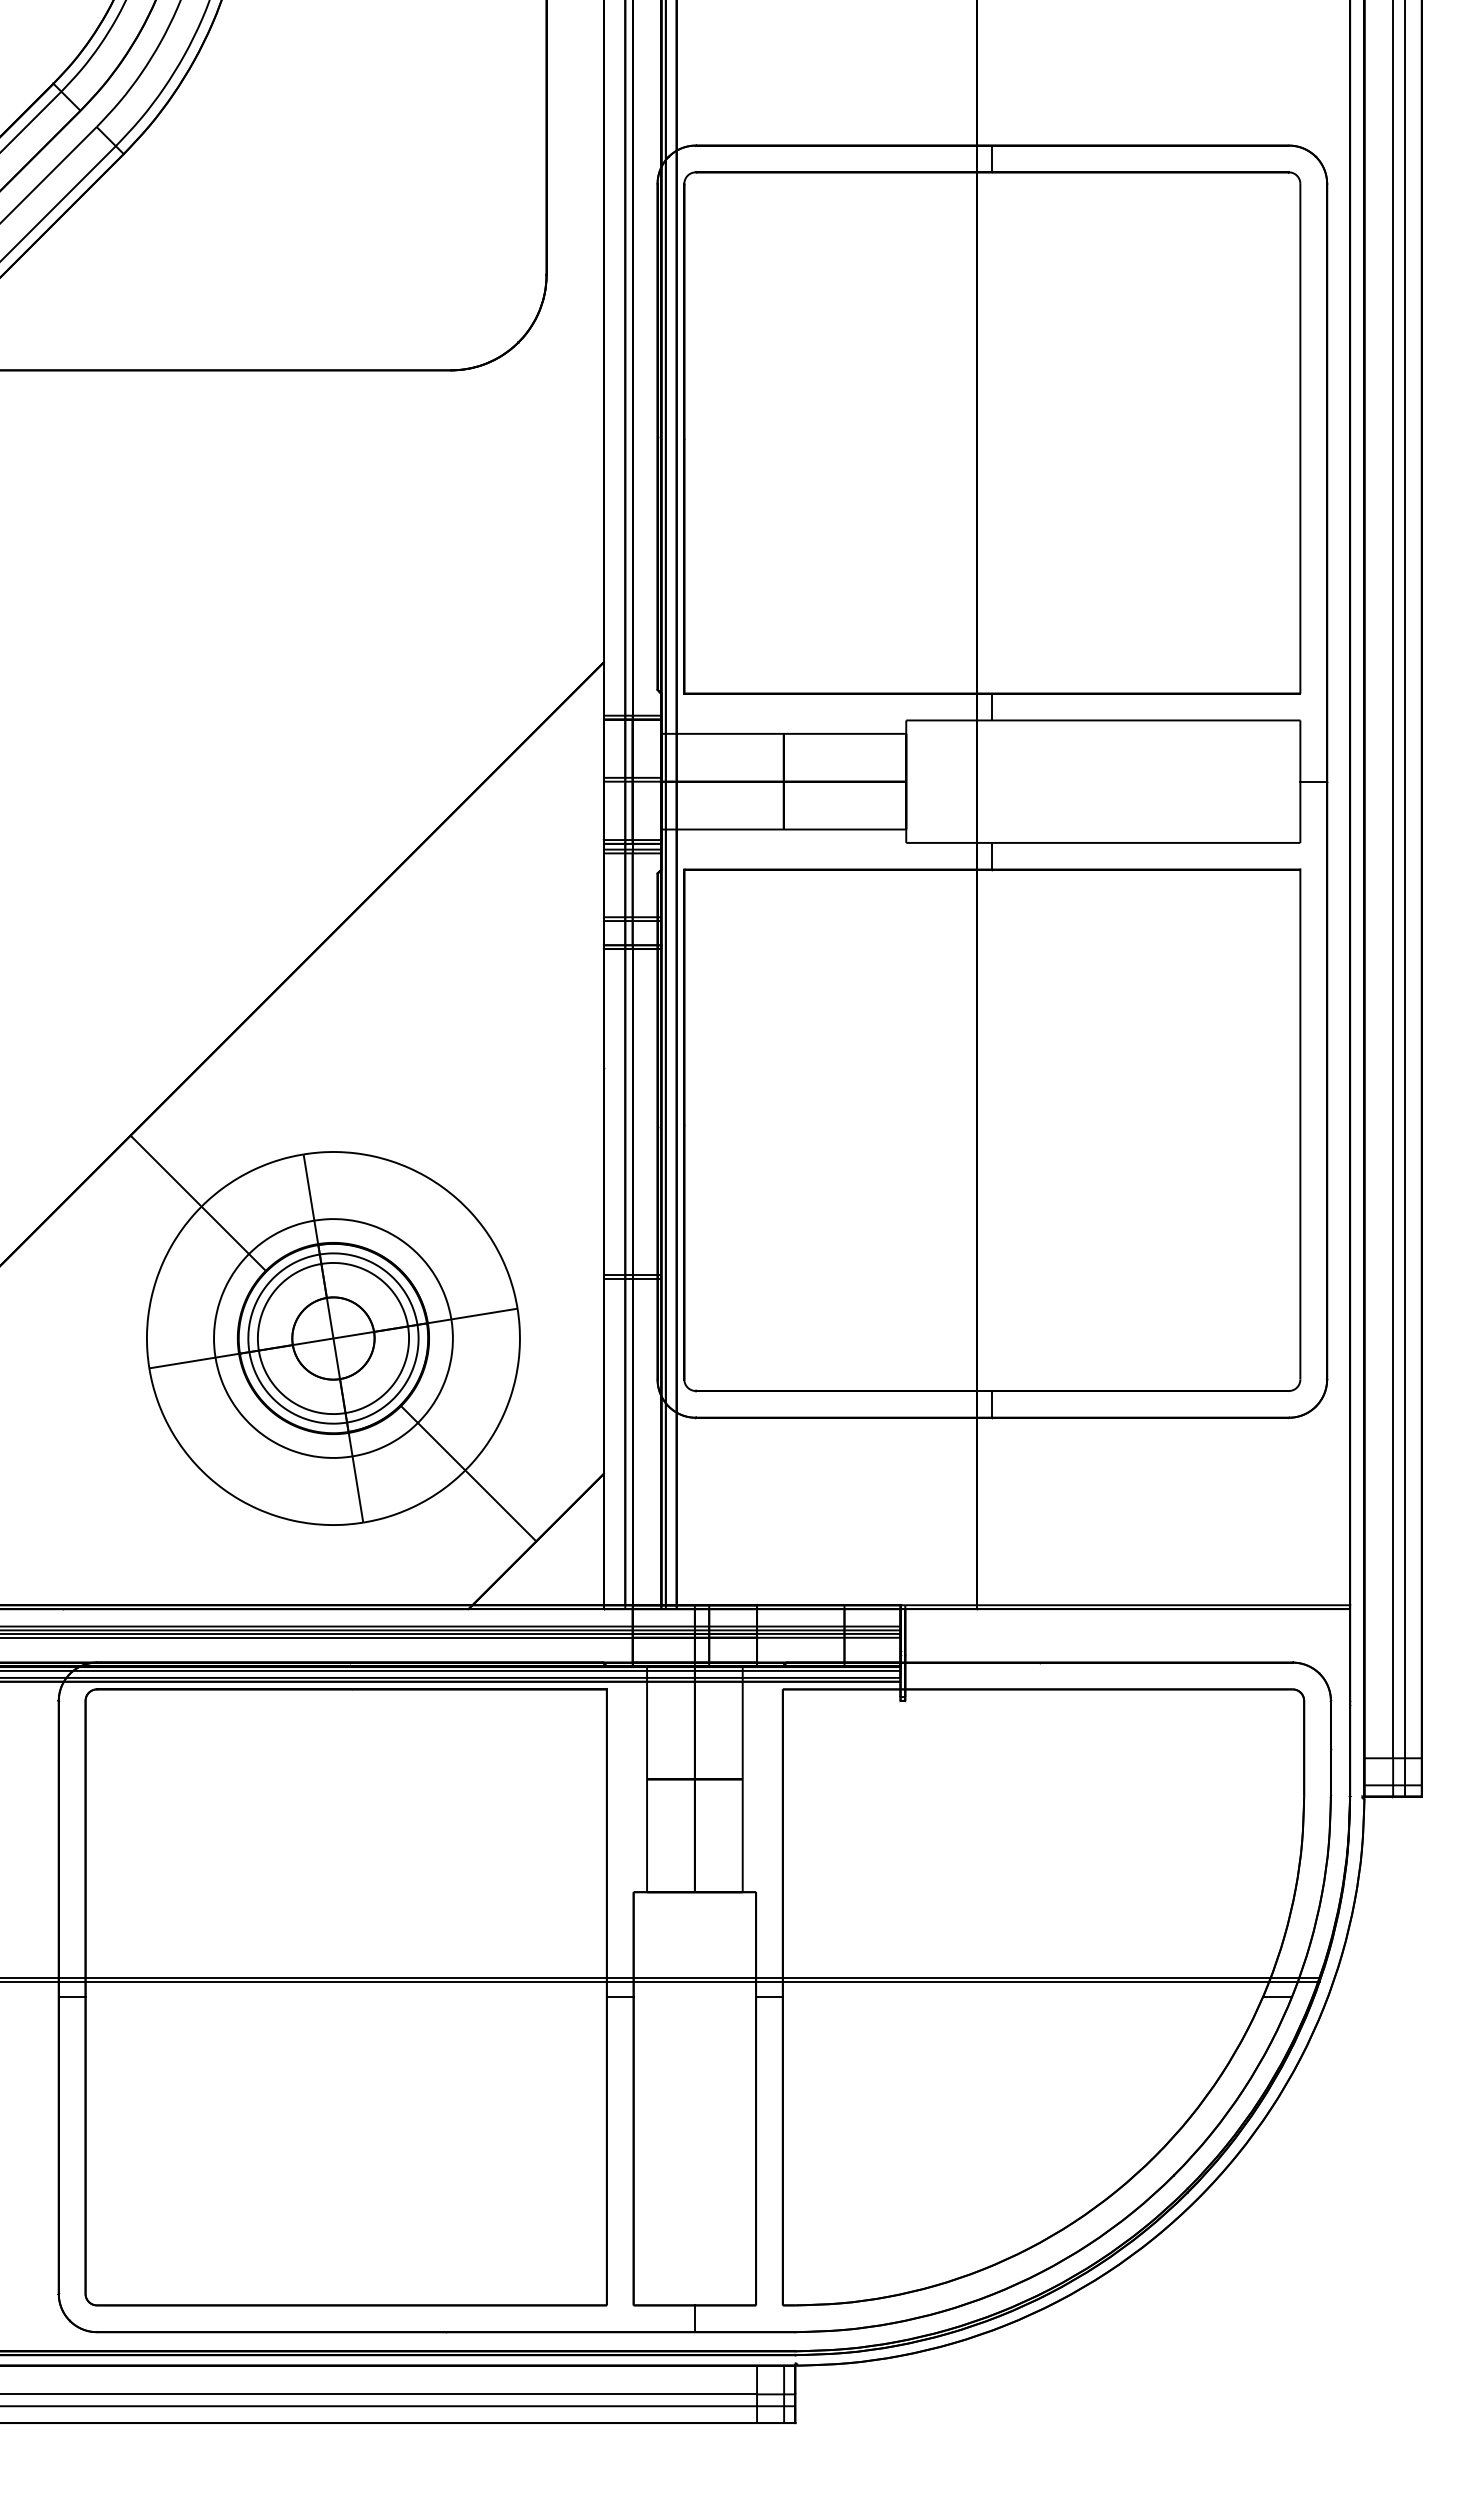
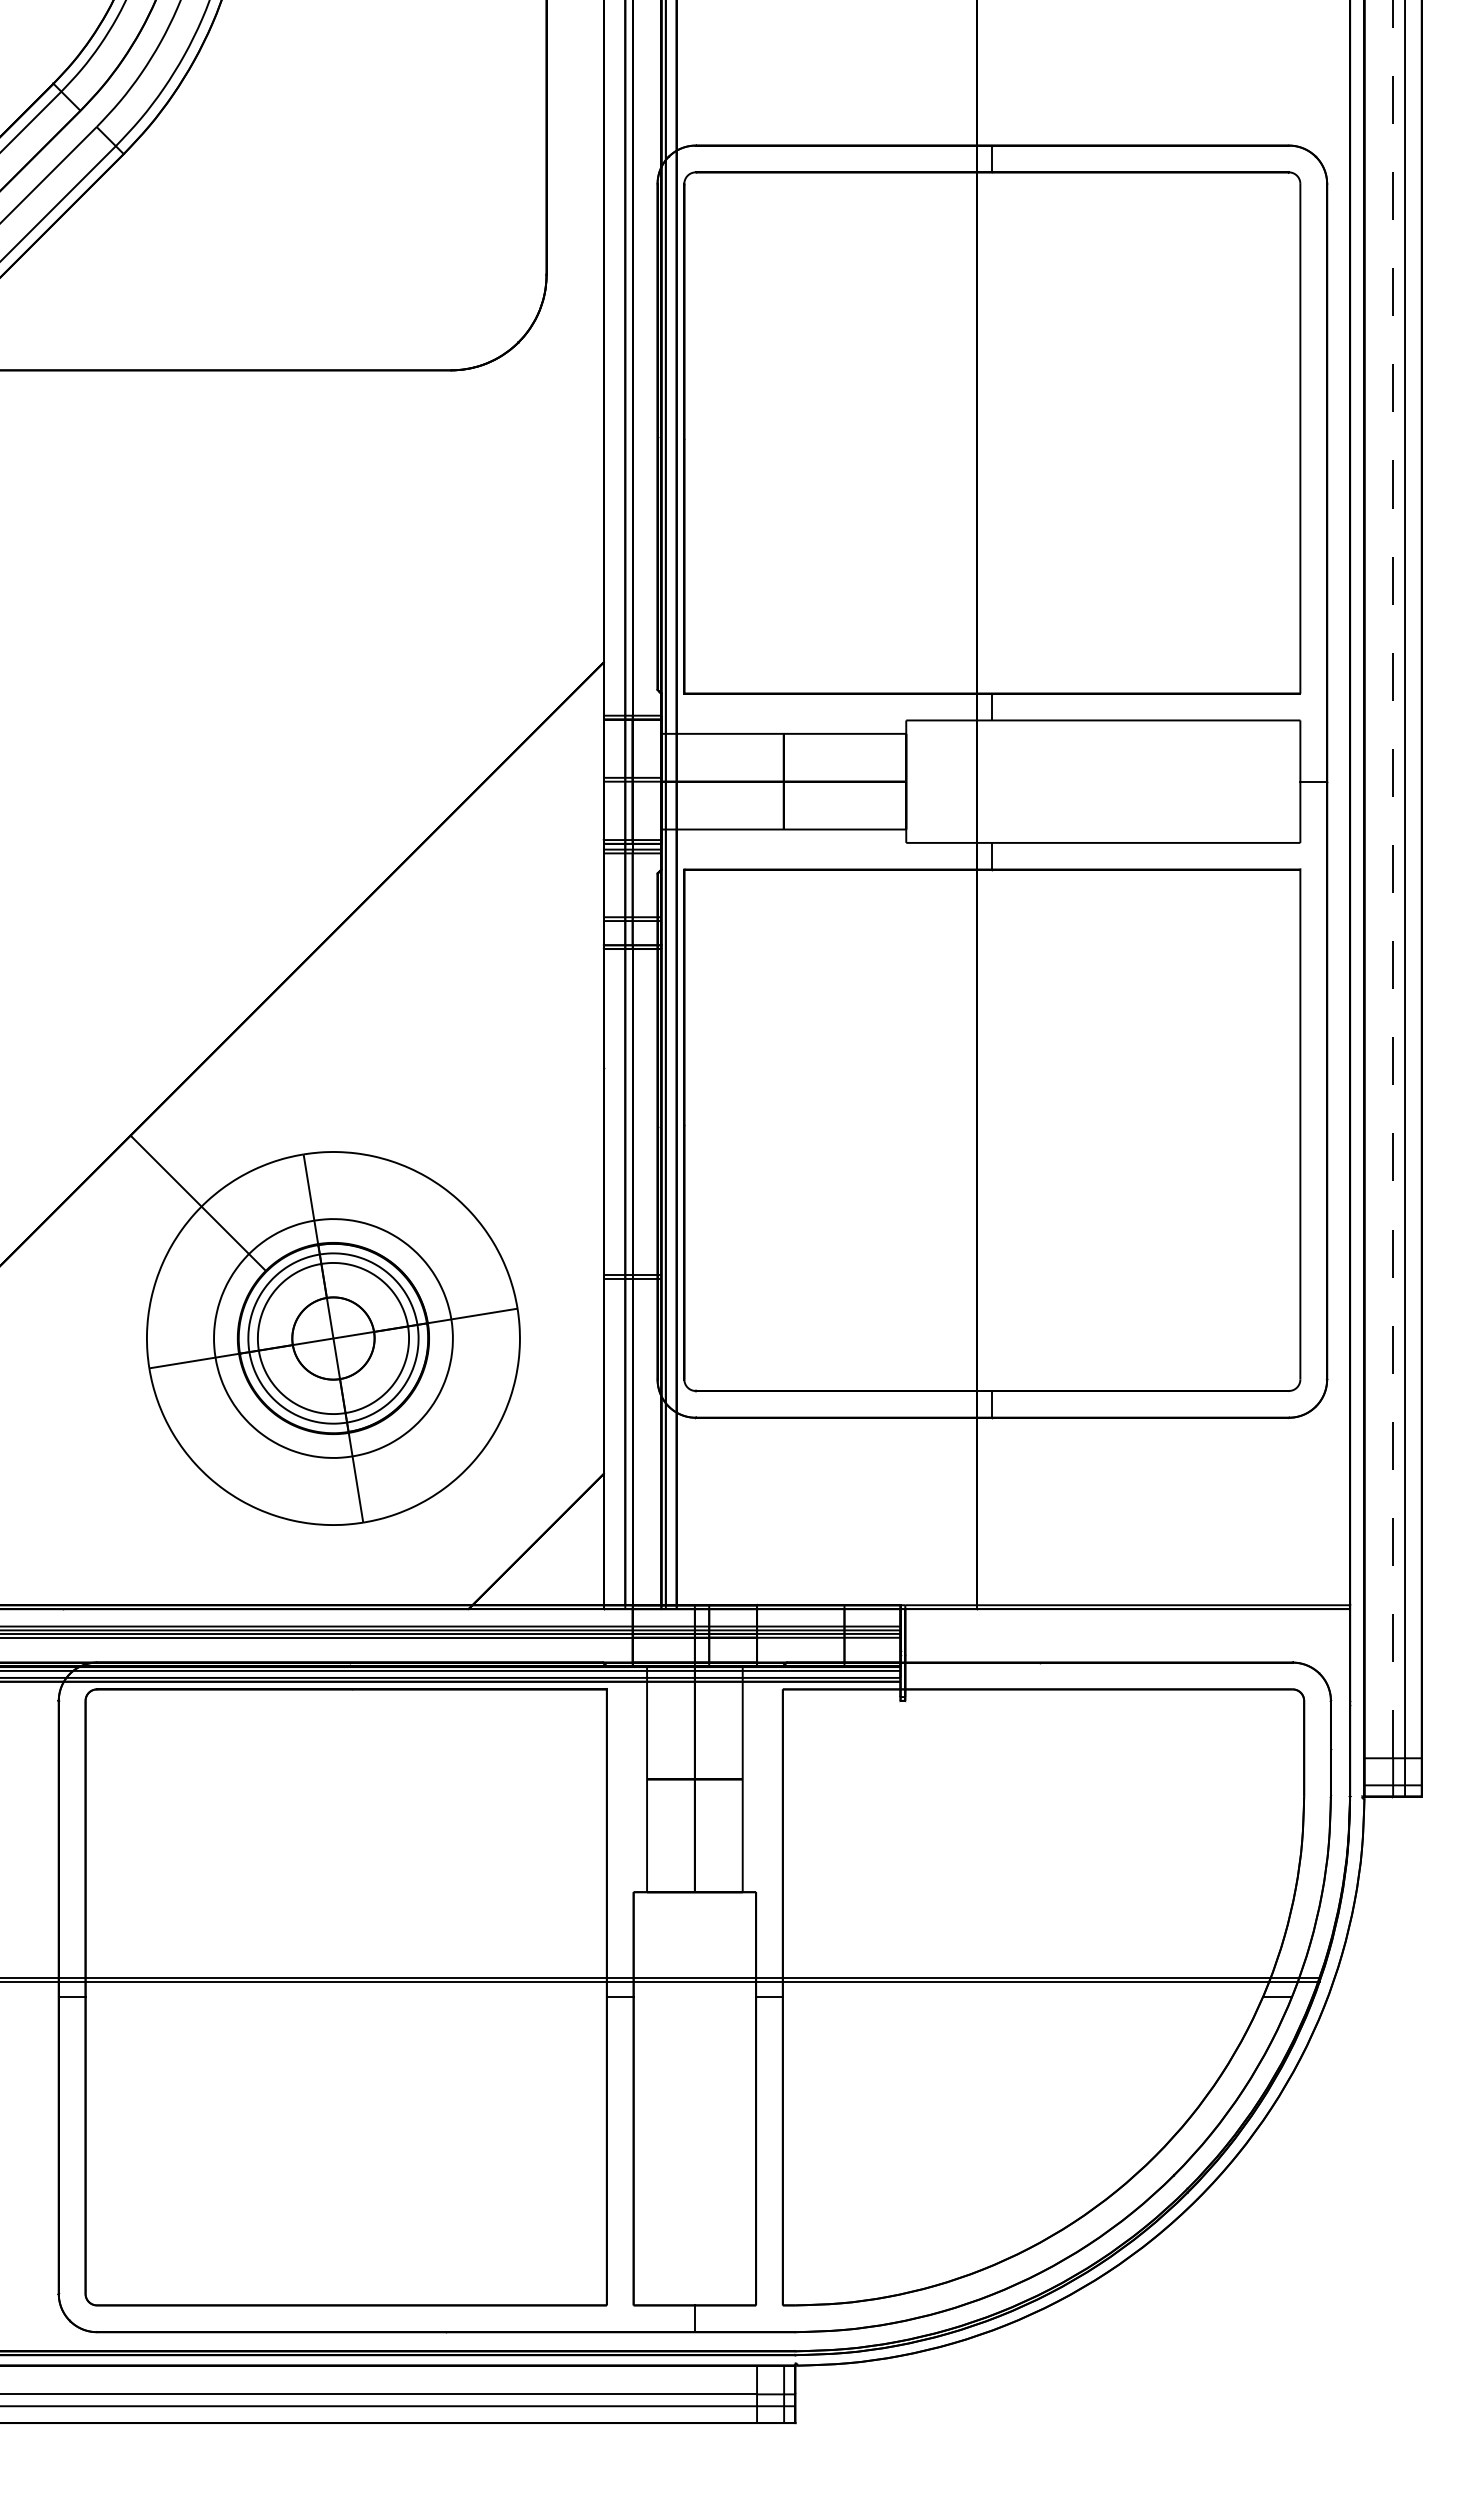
line at (1393, 879): solid -> dashed
line at (468, 1473): present -> none
